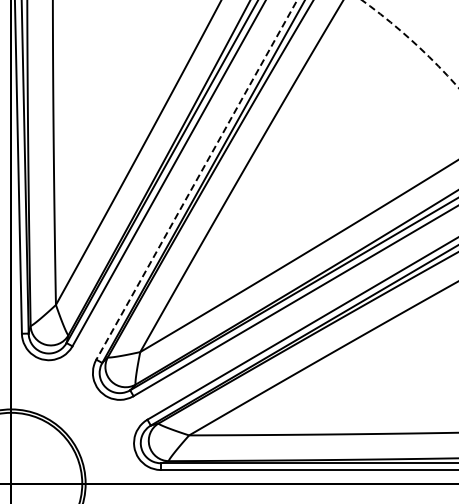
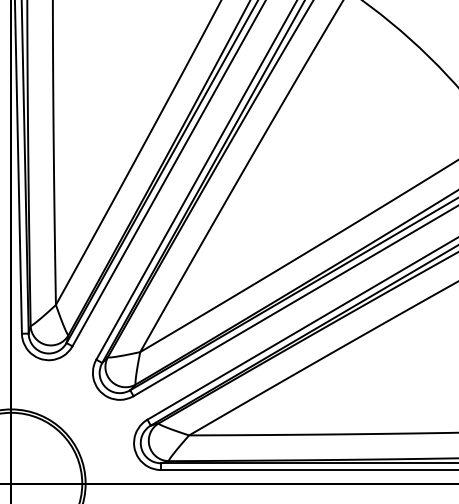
arc at (411, 40): dashed -> solid
line at (196, 179): dashed -> solid
